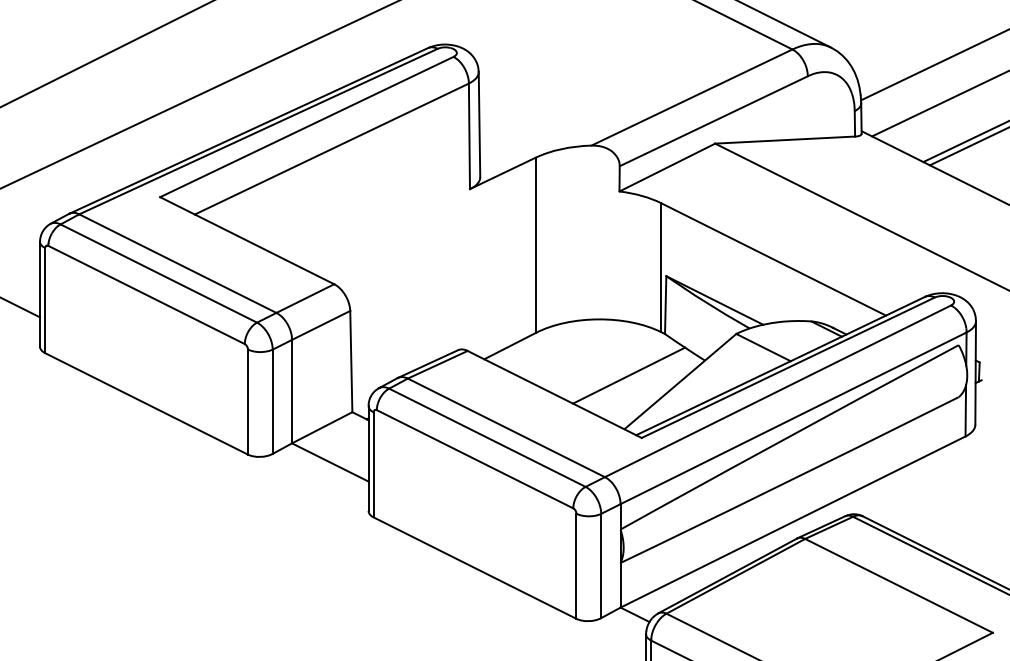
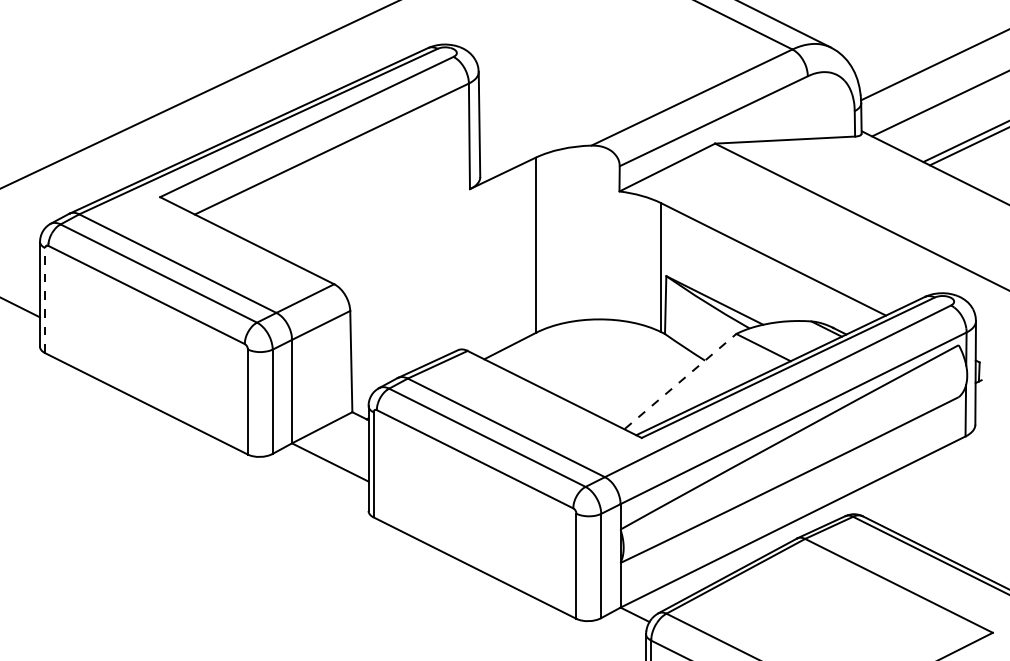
line at (106, 54): present -> none
line at (45, 300): solid -> dashed
line at (629, 375): present -> none
line at (681, 381): solid -> dashed
